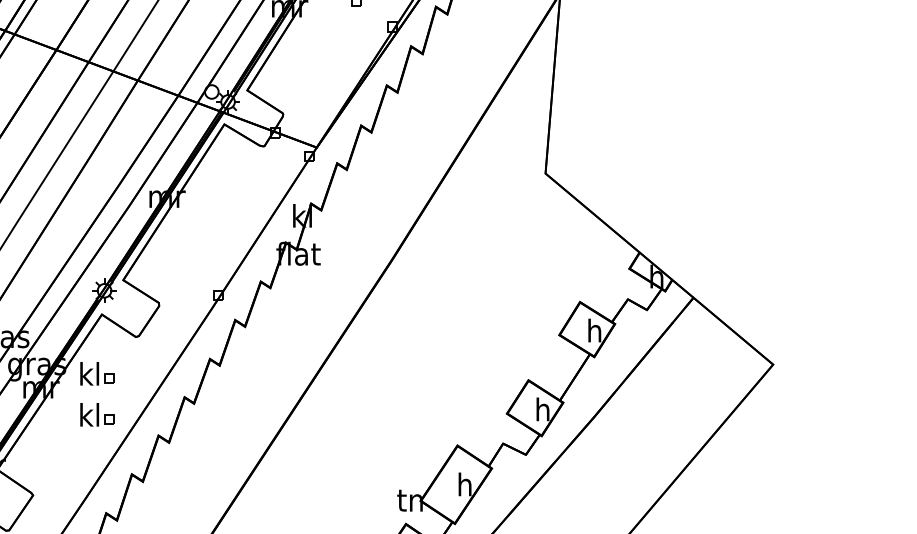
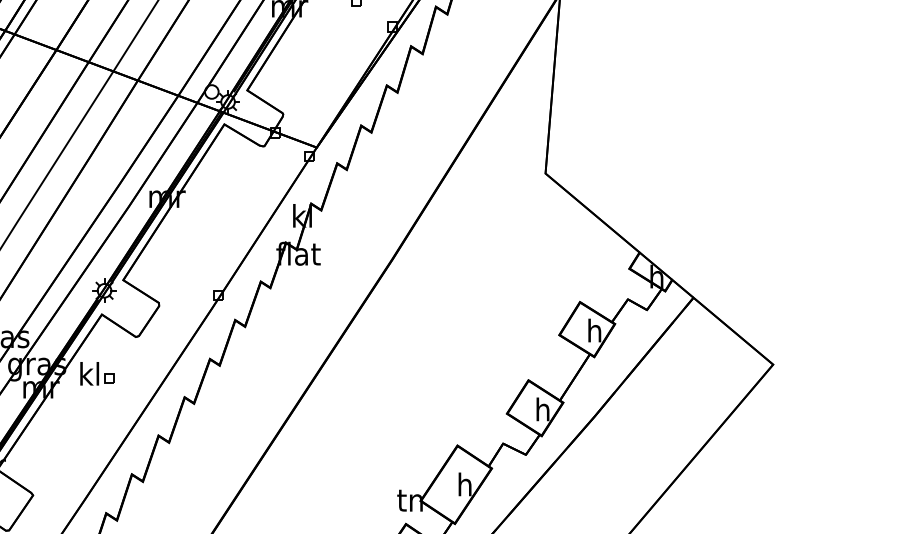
part at (97, 414): present -> none
